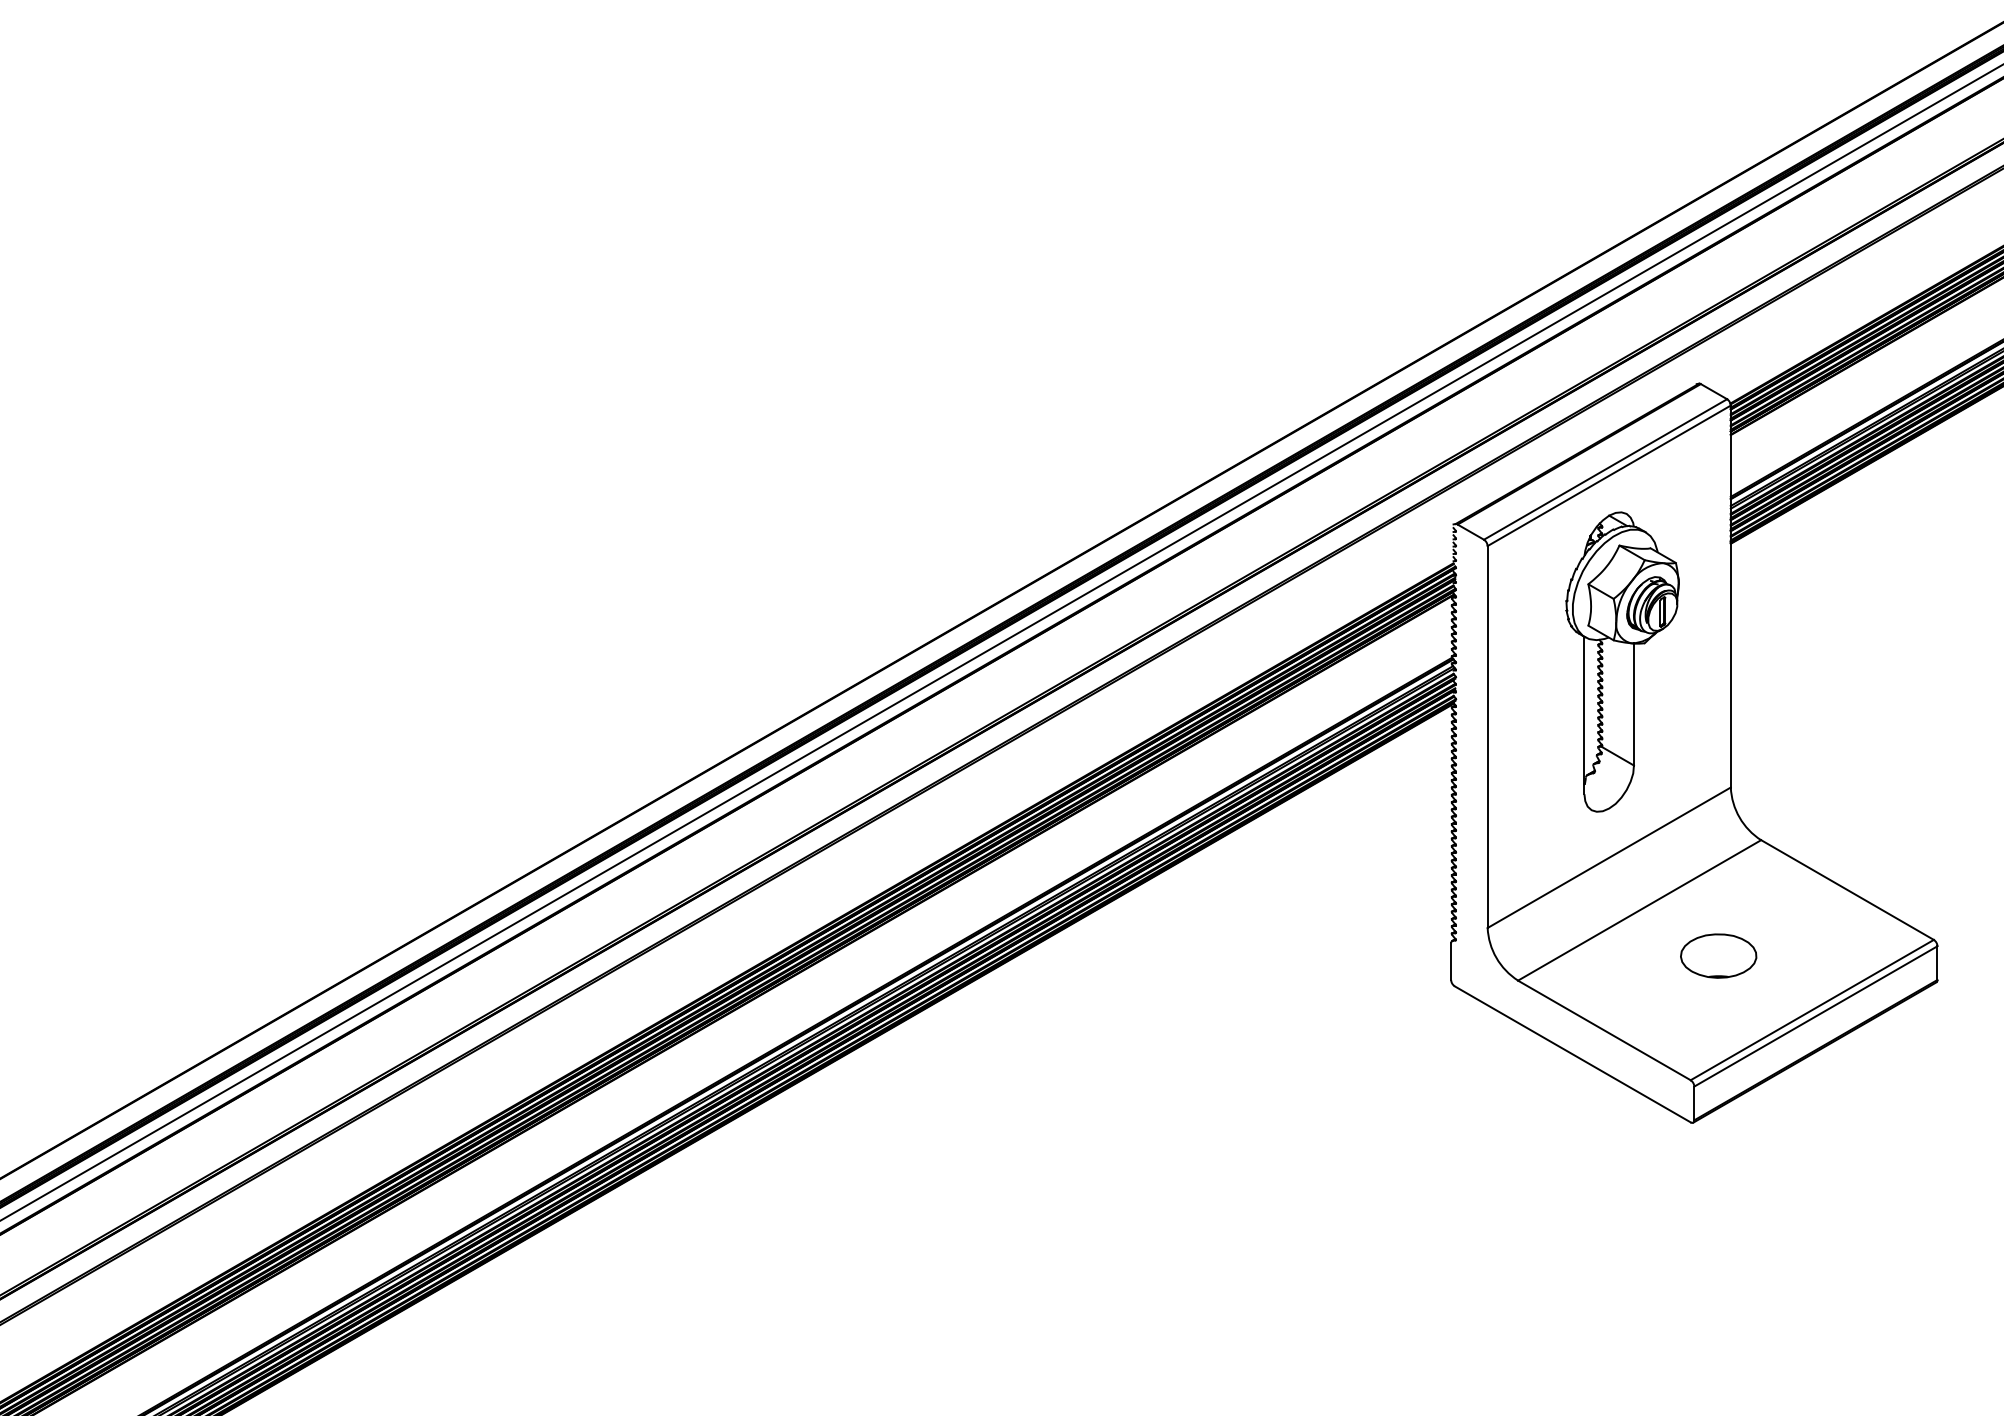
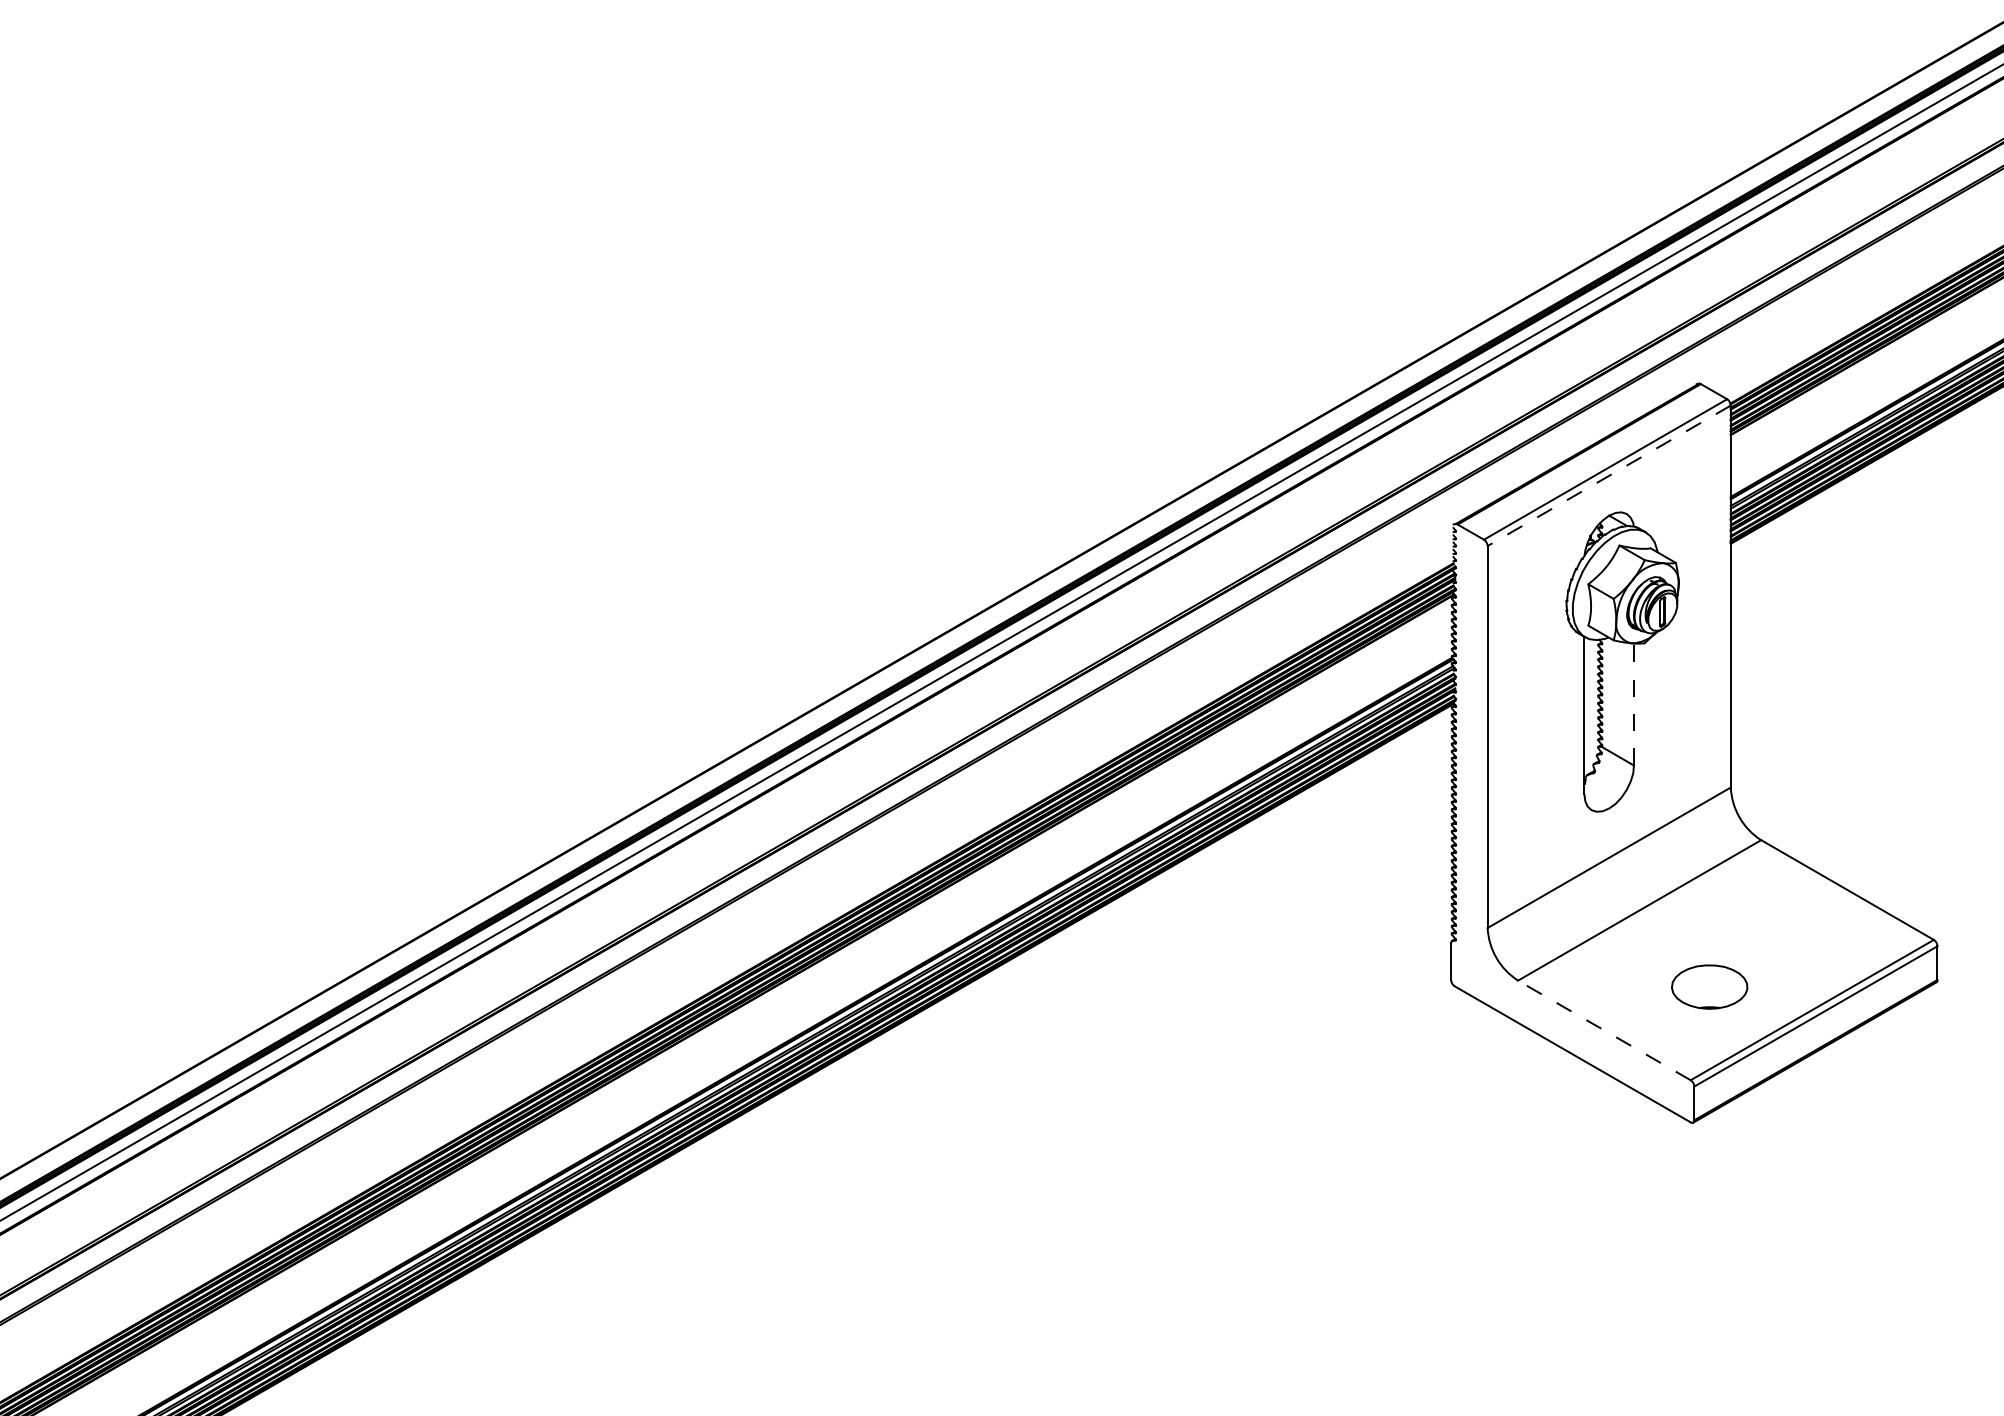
line at (1608, 476): solid -> dashed
line at (1633, 703): solid -> dashed
part at (1718, 955) position: (1718, 955) -> (1709, 986)
line at (1604, 1030): solid -> dashed
